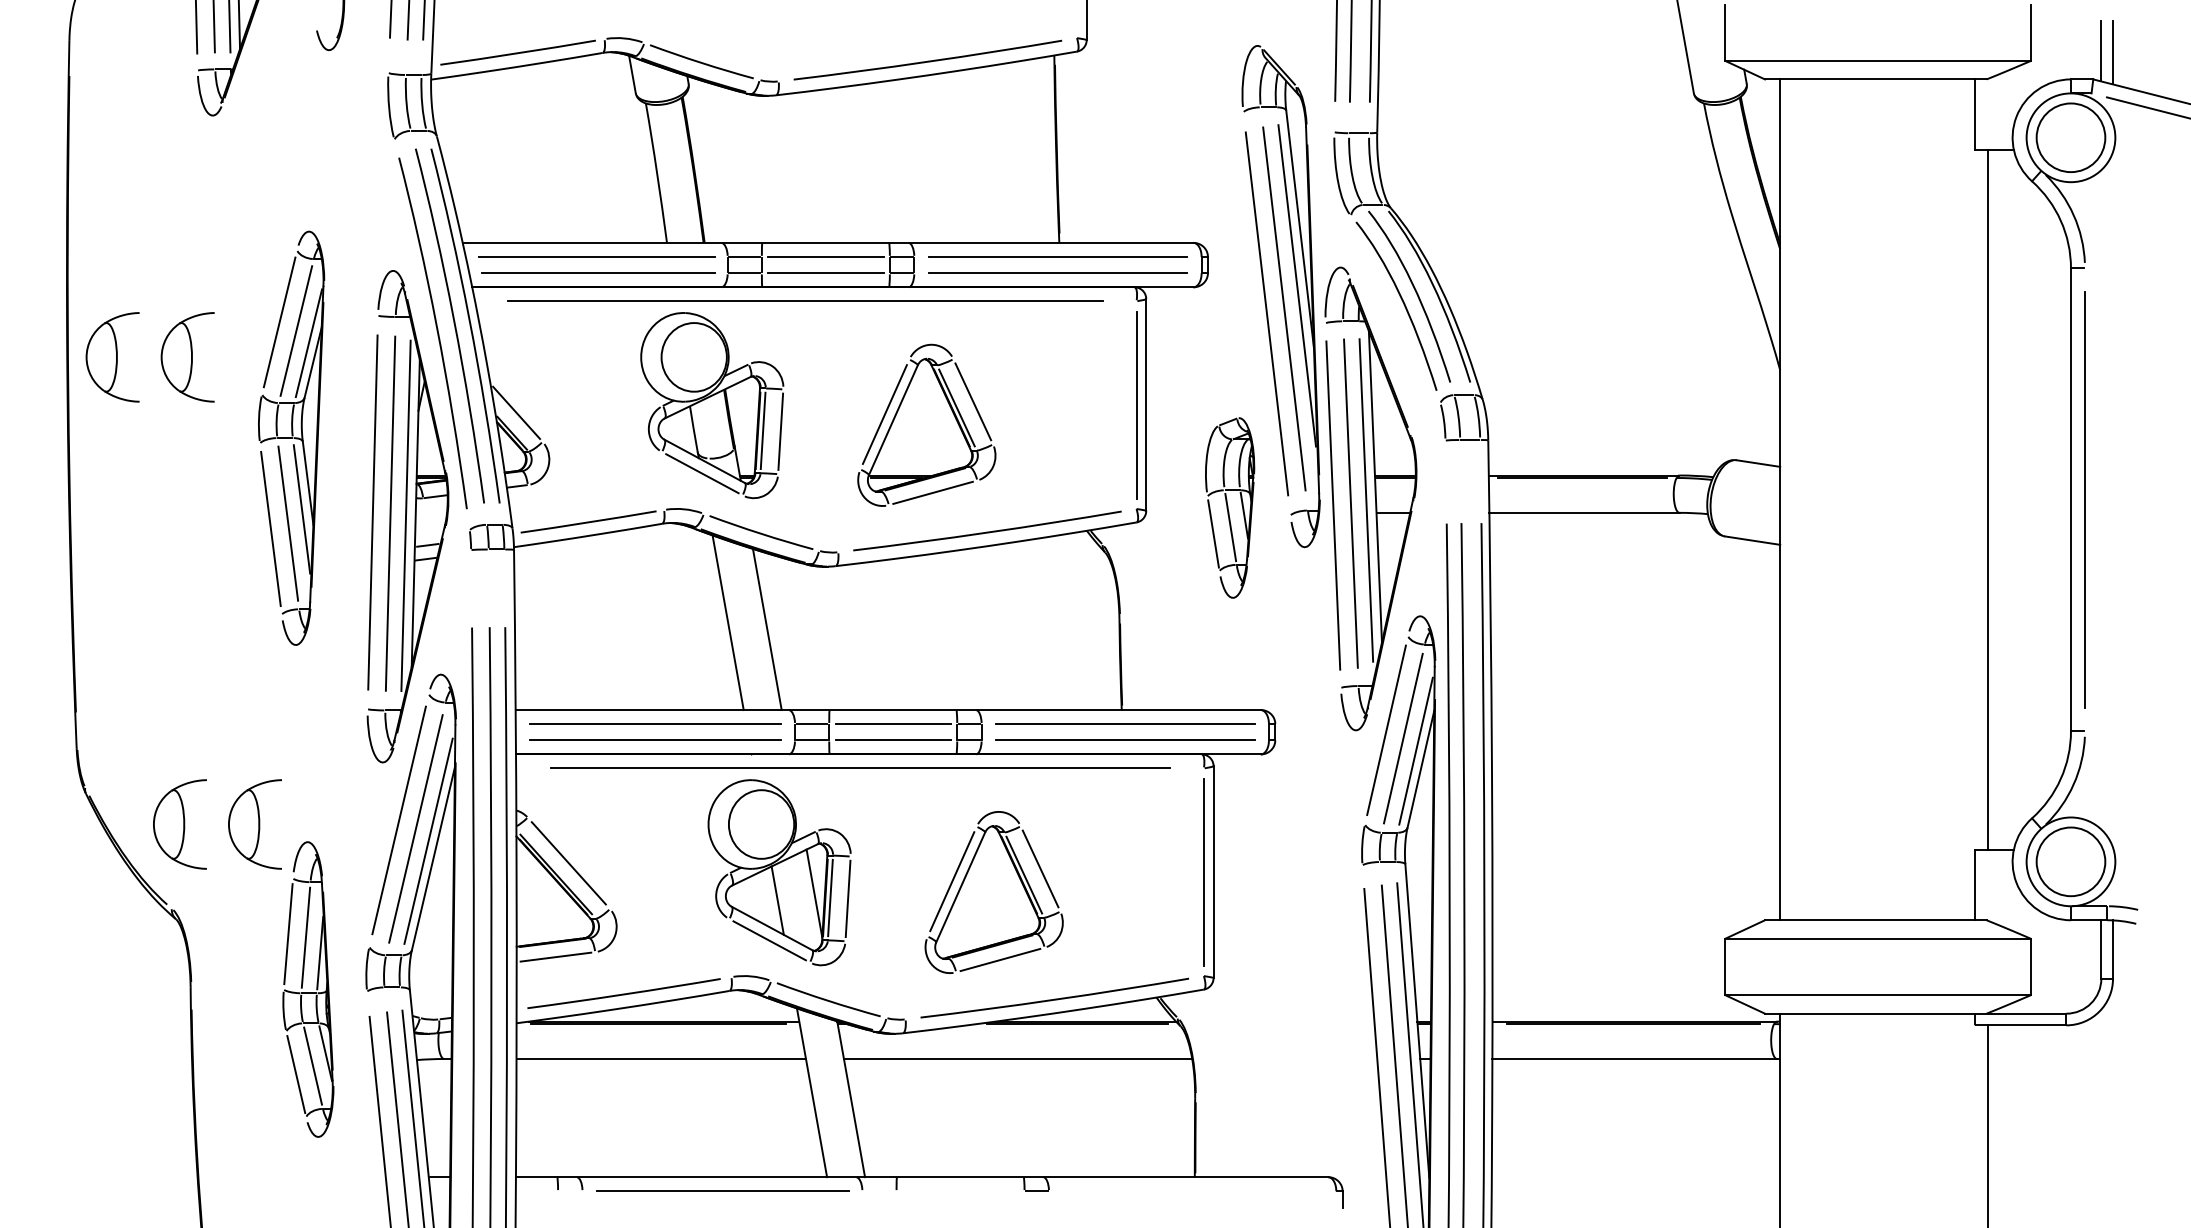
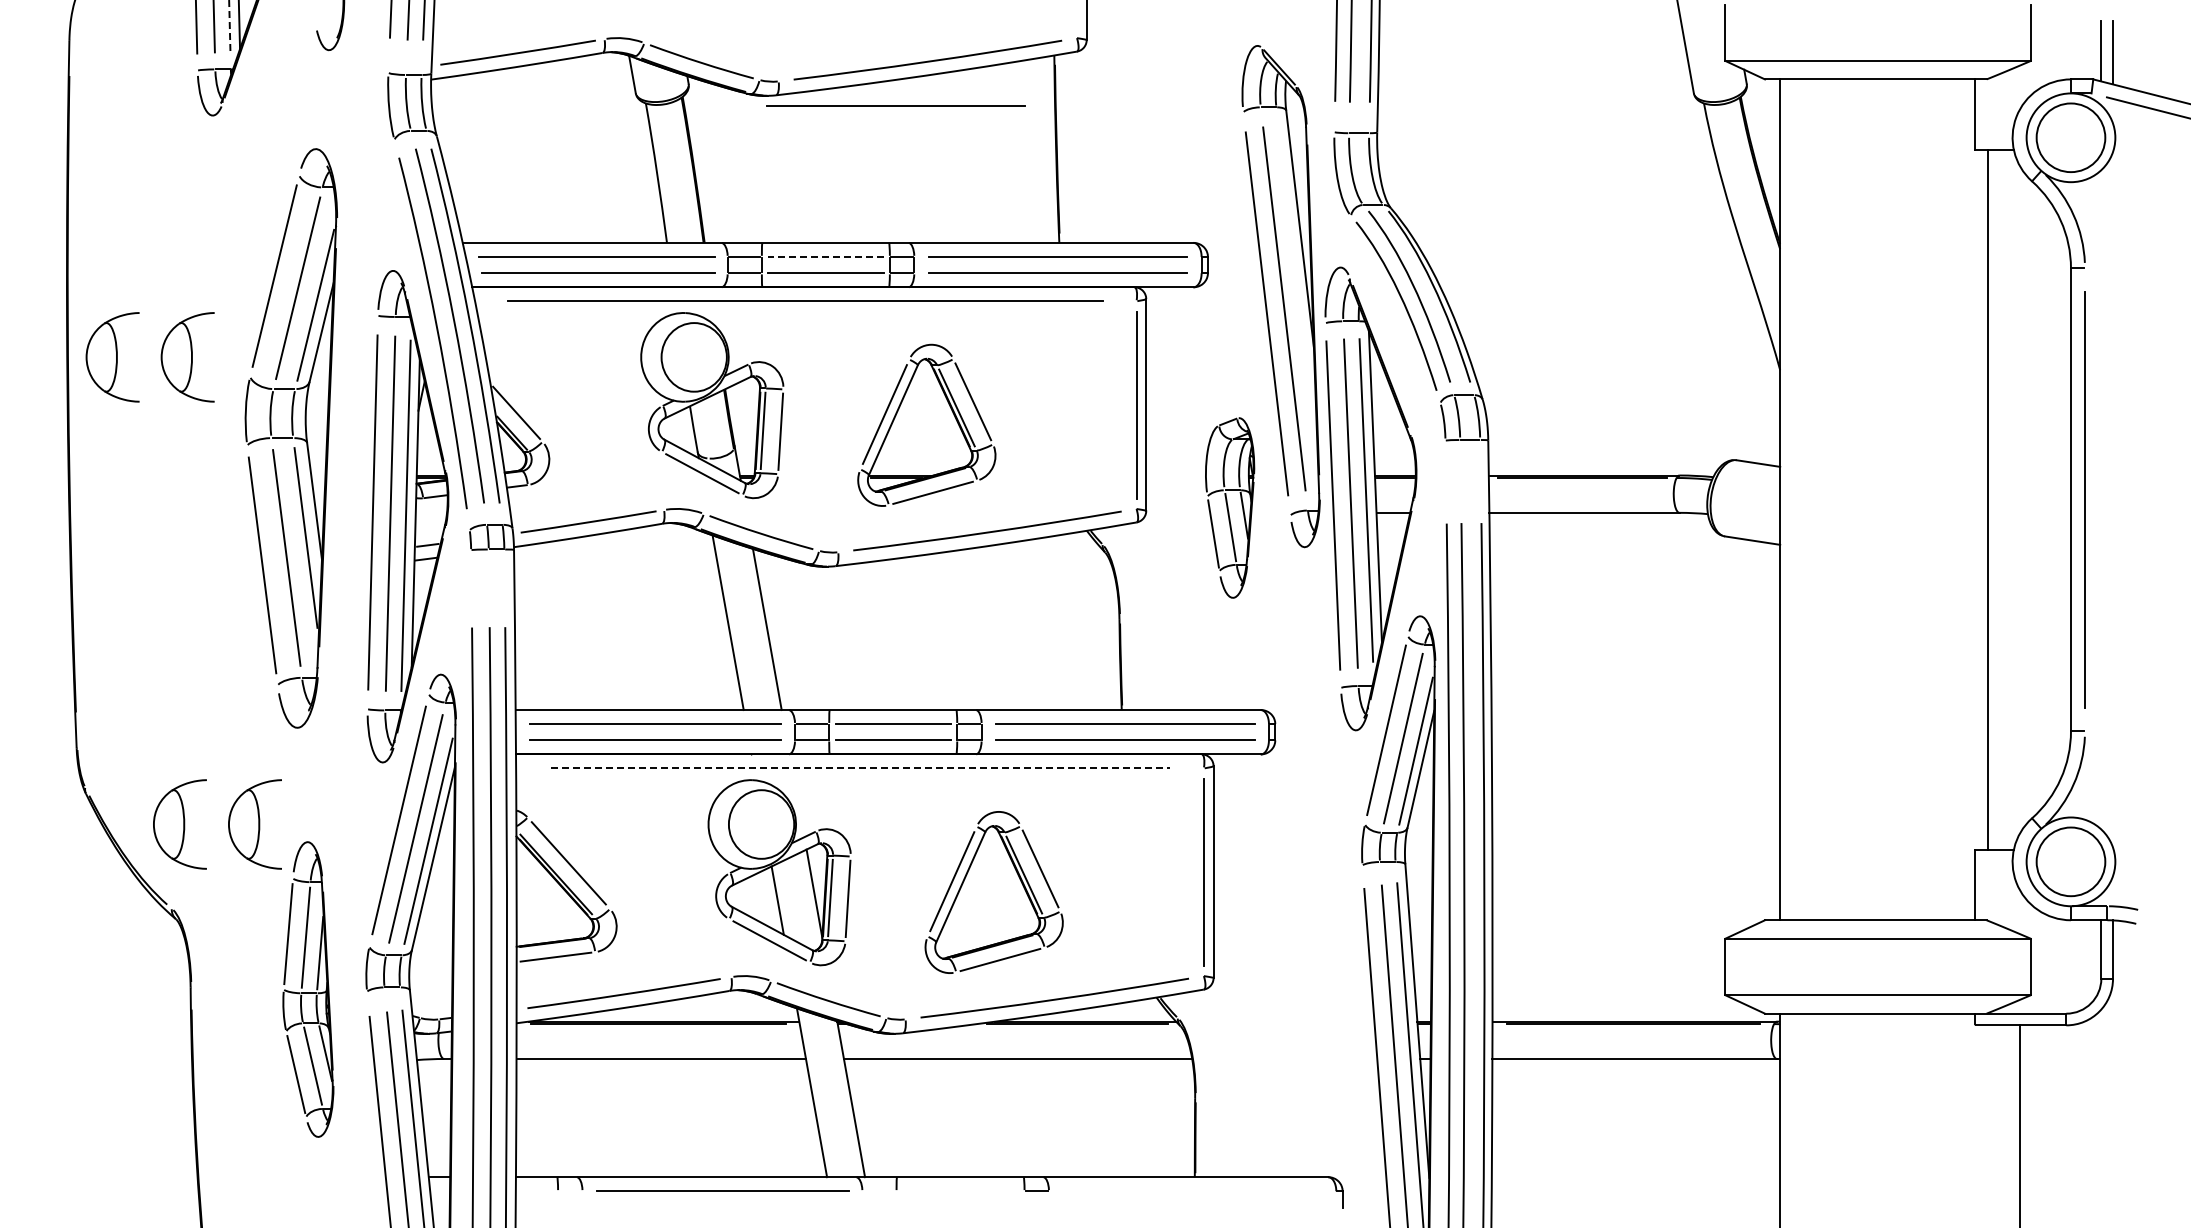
line at (229, 26): solid -> dashed
line at (895, 105): none -> present
line at (825, 256): solid -> dashed
line at (1297, 285): present -> none
part at (291, 437) size: 68x416 px -> 94x581 px
line at (860, 768): solid -> dashed
line at (1988, 1124) position: (1988, 1124) -> (2020, 1124)
